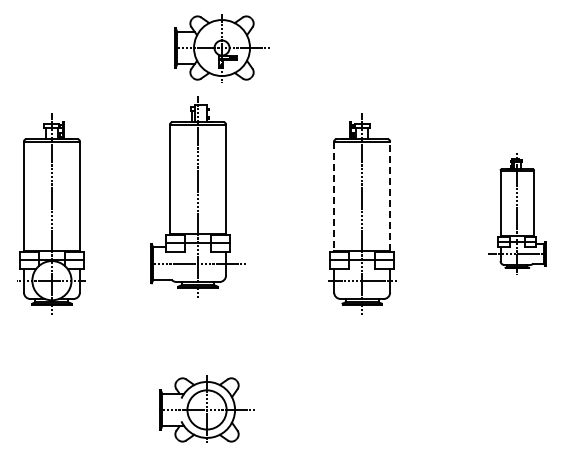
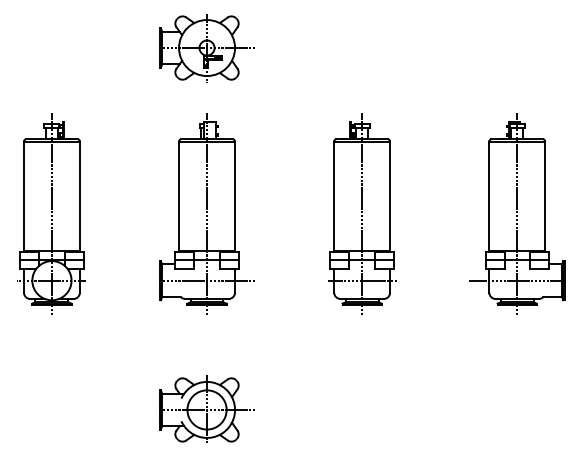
part at (221, 48) position: (221, 48) -> (206, 48)
part at (197, 196) position: (197, 196) -> (206, 213)
line at (334, 196): dashed -> solid
line at (390, 196): dashed -> solid
part at (517, 213) size: 59x122 px -> 97x202 px
